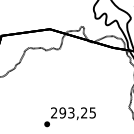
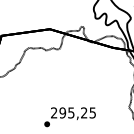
text at (71, 112): 293,25 -> 295,25
